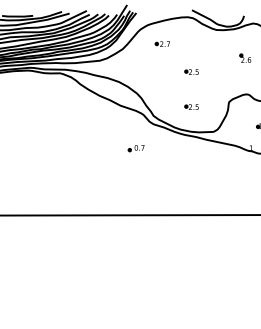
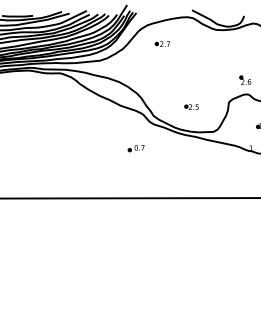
part at (245, 57) position: (245, 57) -> (245, 79)
part at (191, 71): present -> none
line at (129, 215) position: (129, 215) -> (129, 198)
